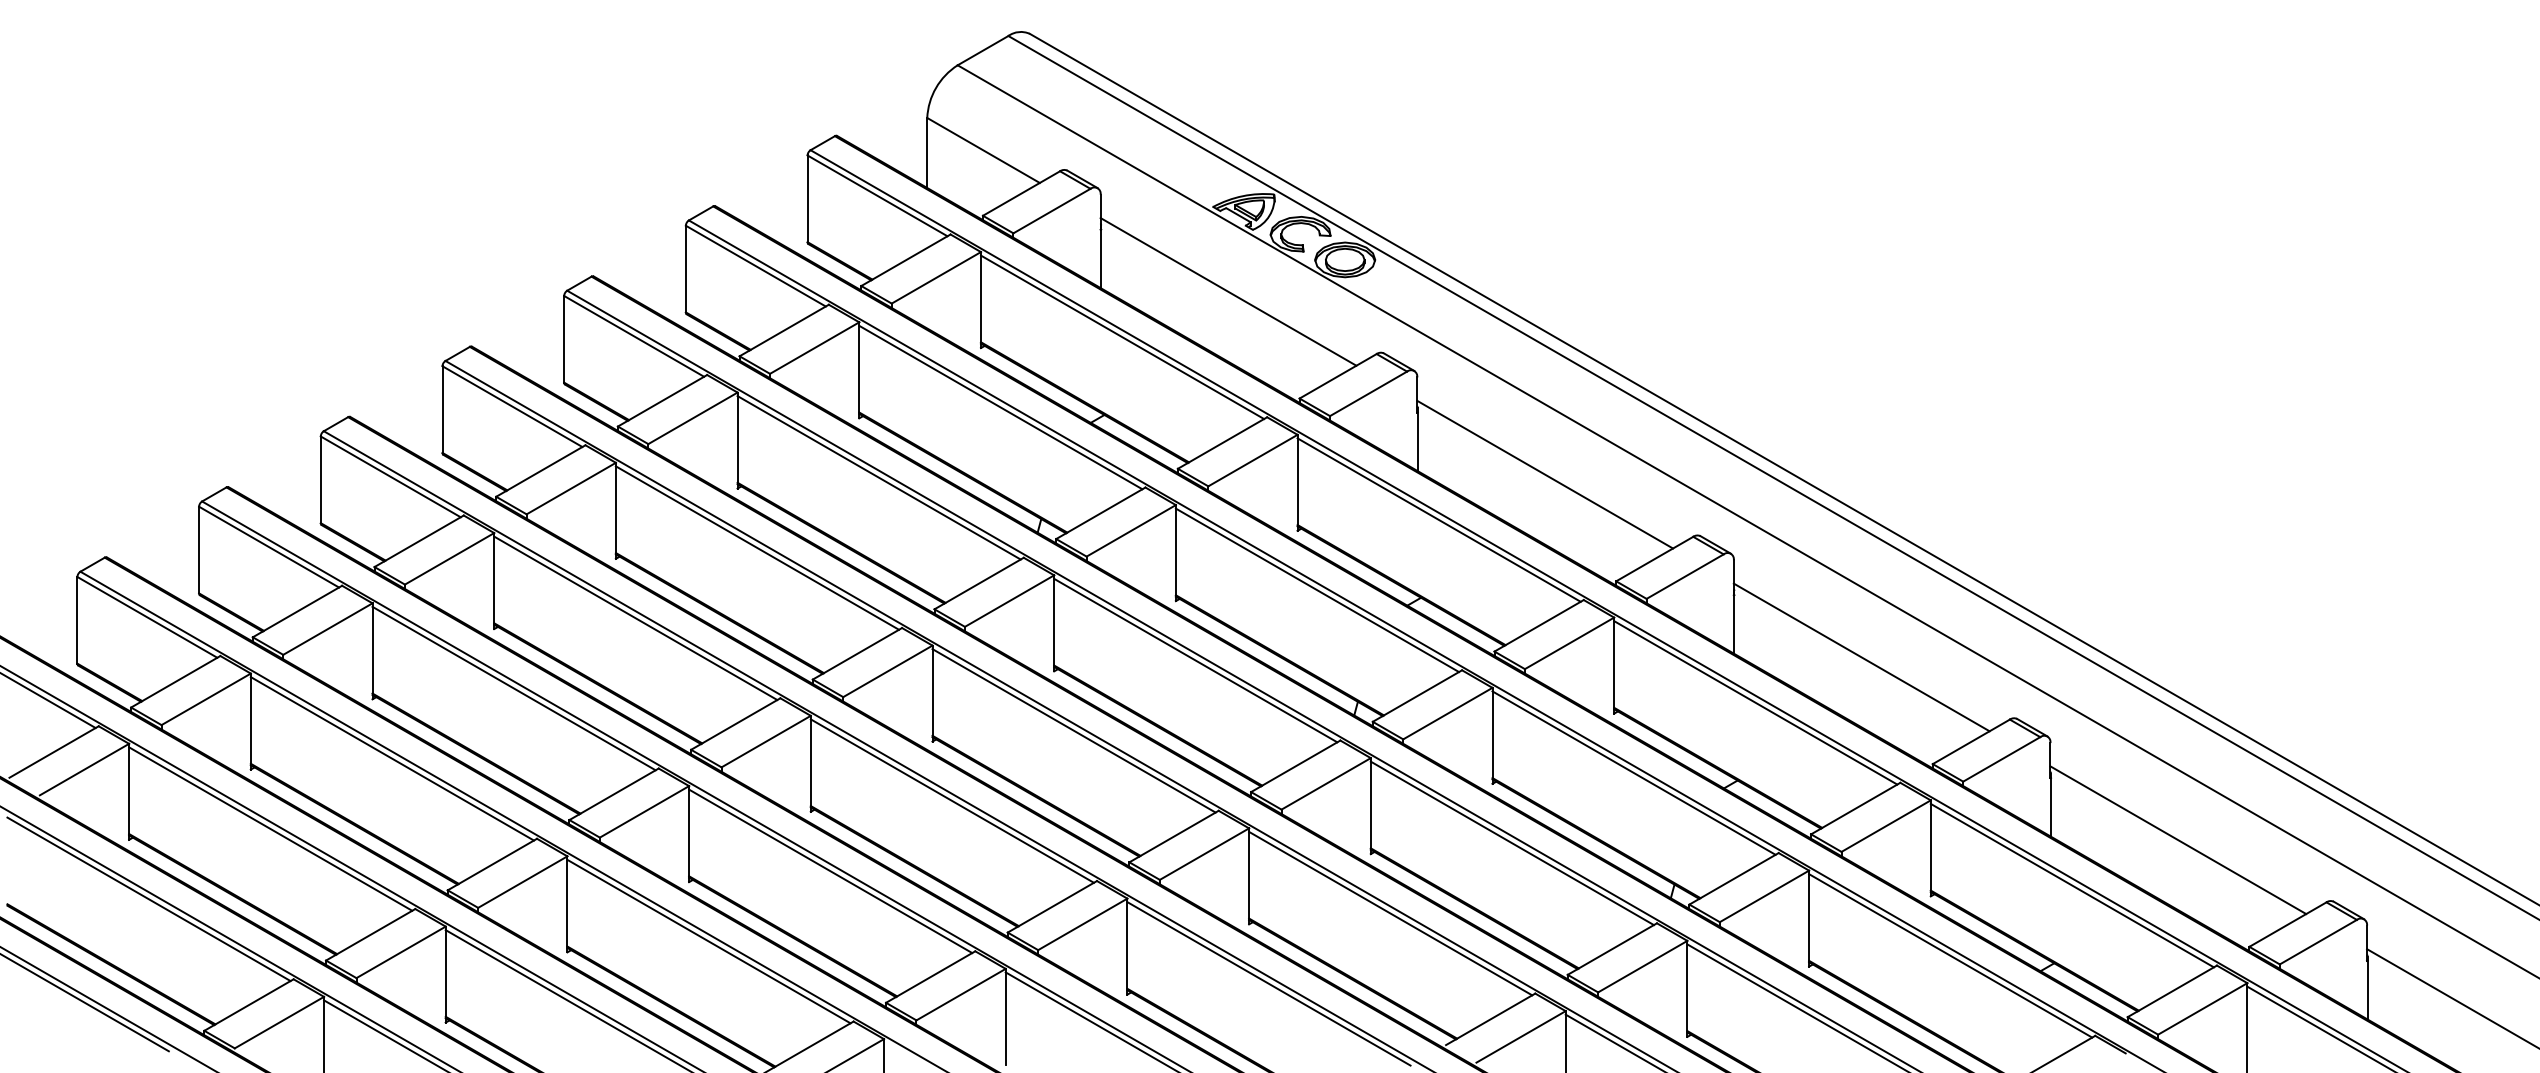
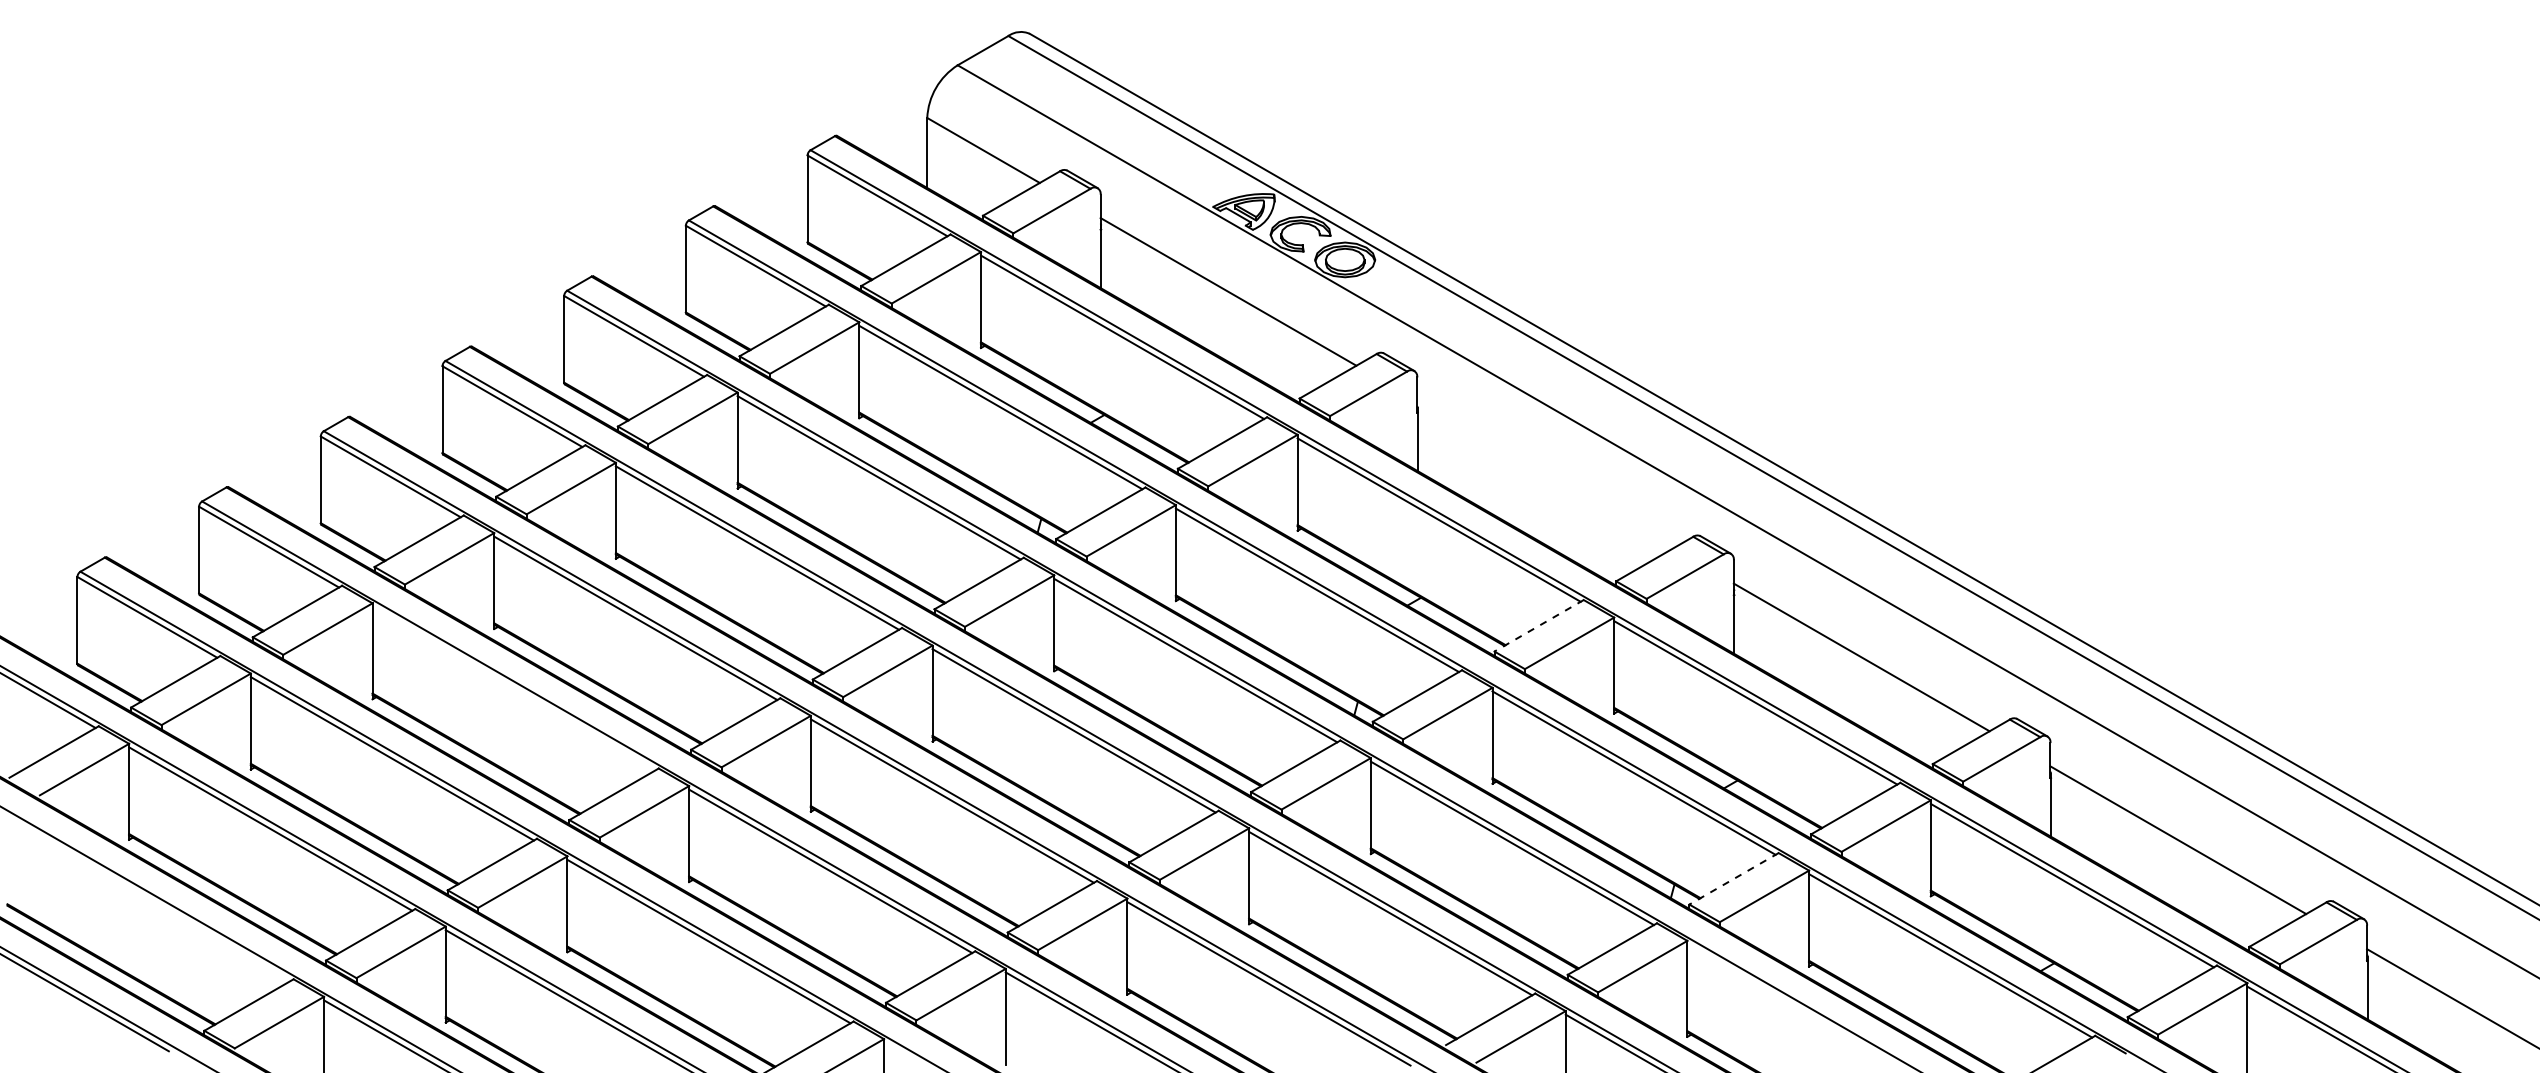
line at (1545, 474): present -> none
line at (1539, 625): solid -> dashed
line at (513, 688): present -> none
line at (1734, 878): solid -> dashed
line at (148, 899): present -> none
line at (1795, 1006): present -> none
